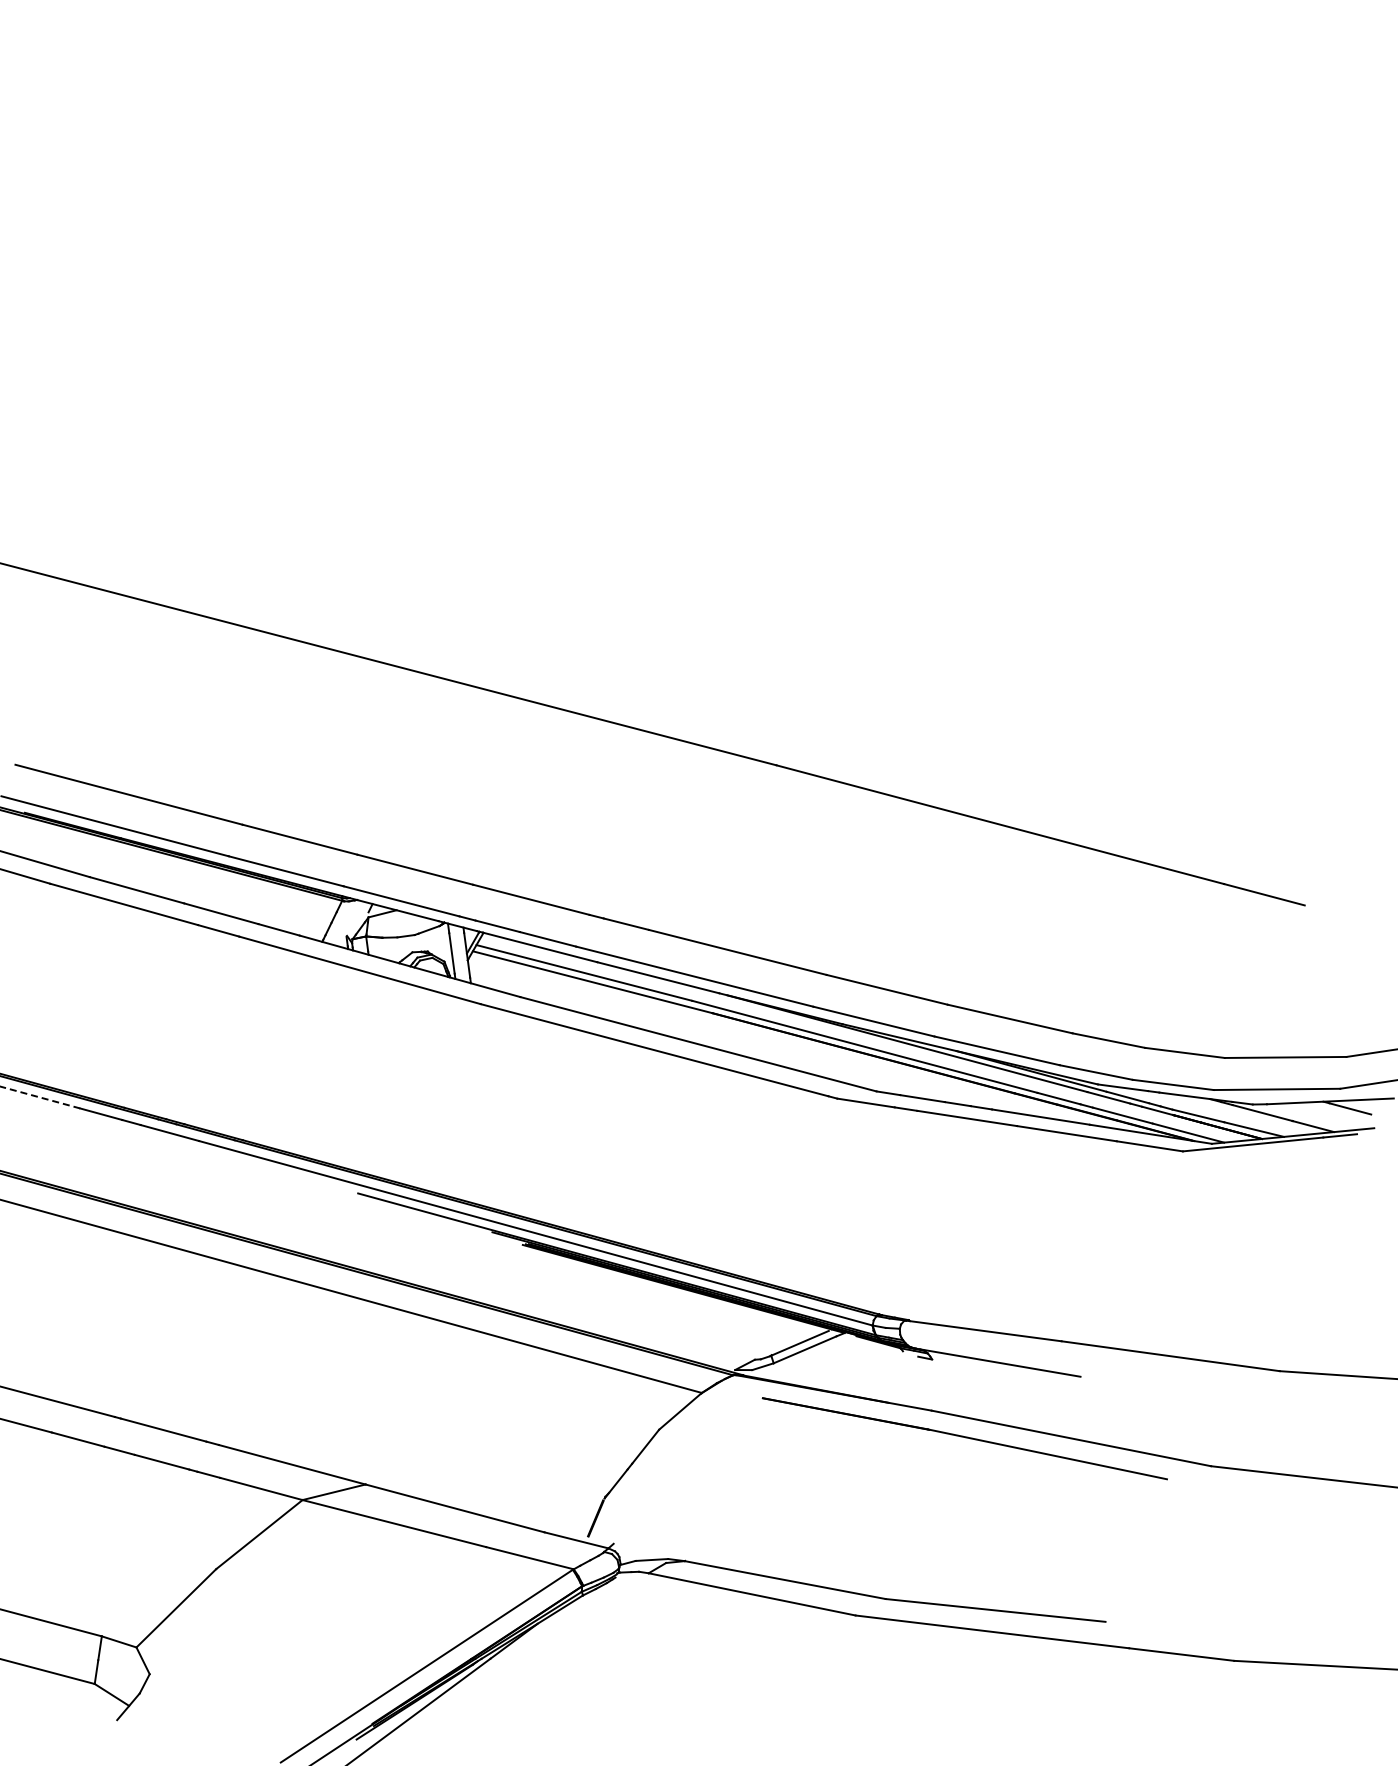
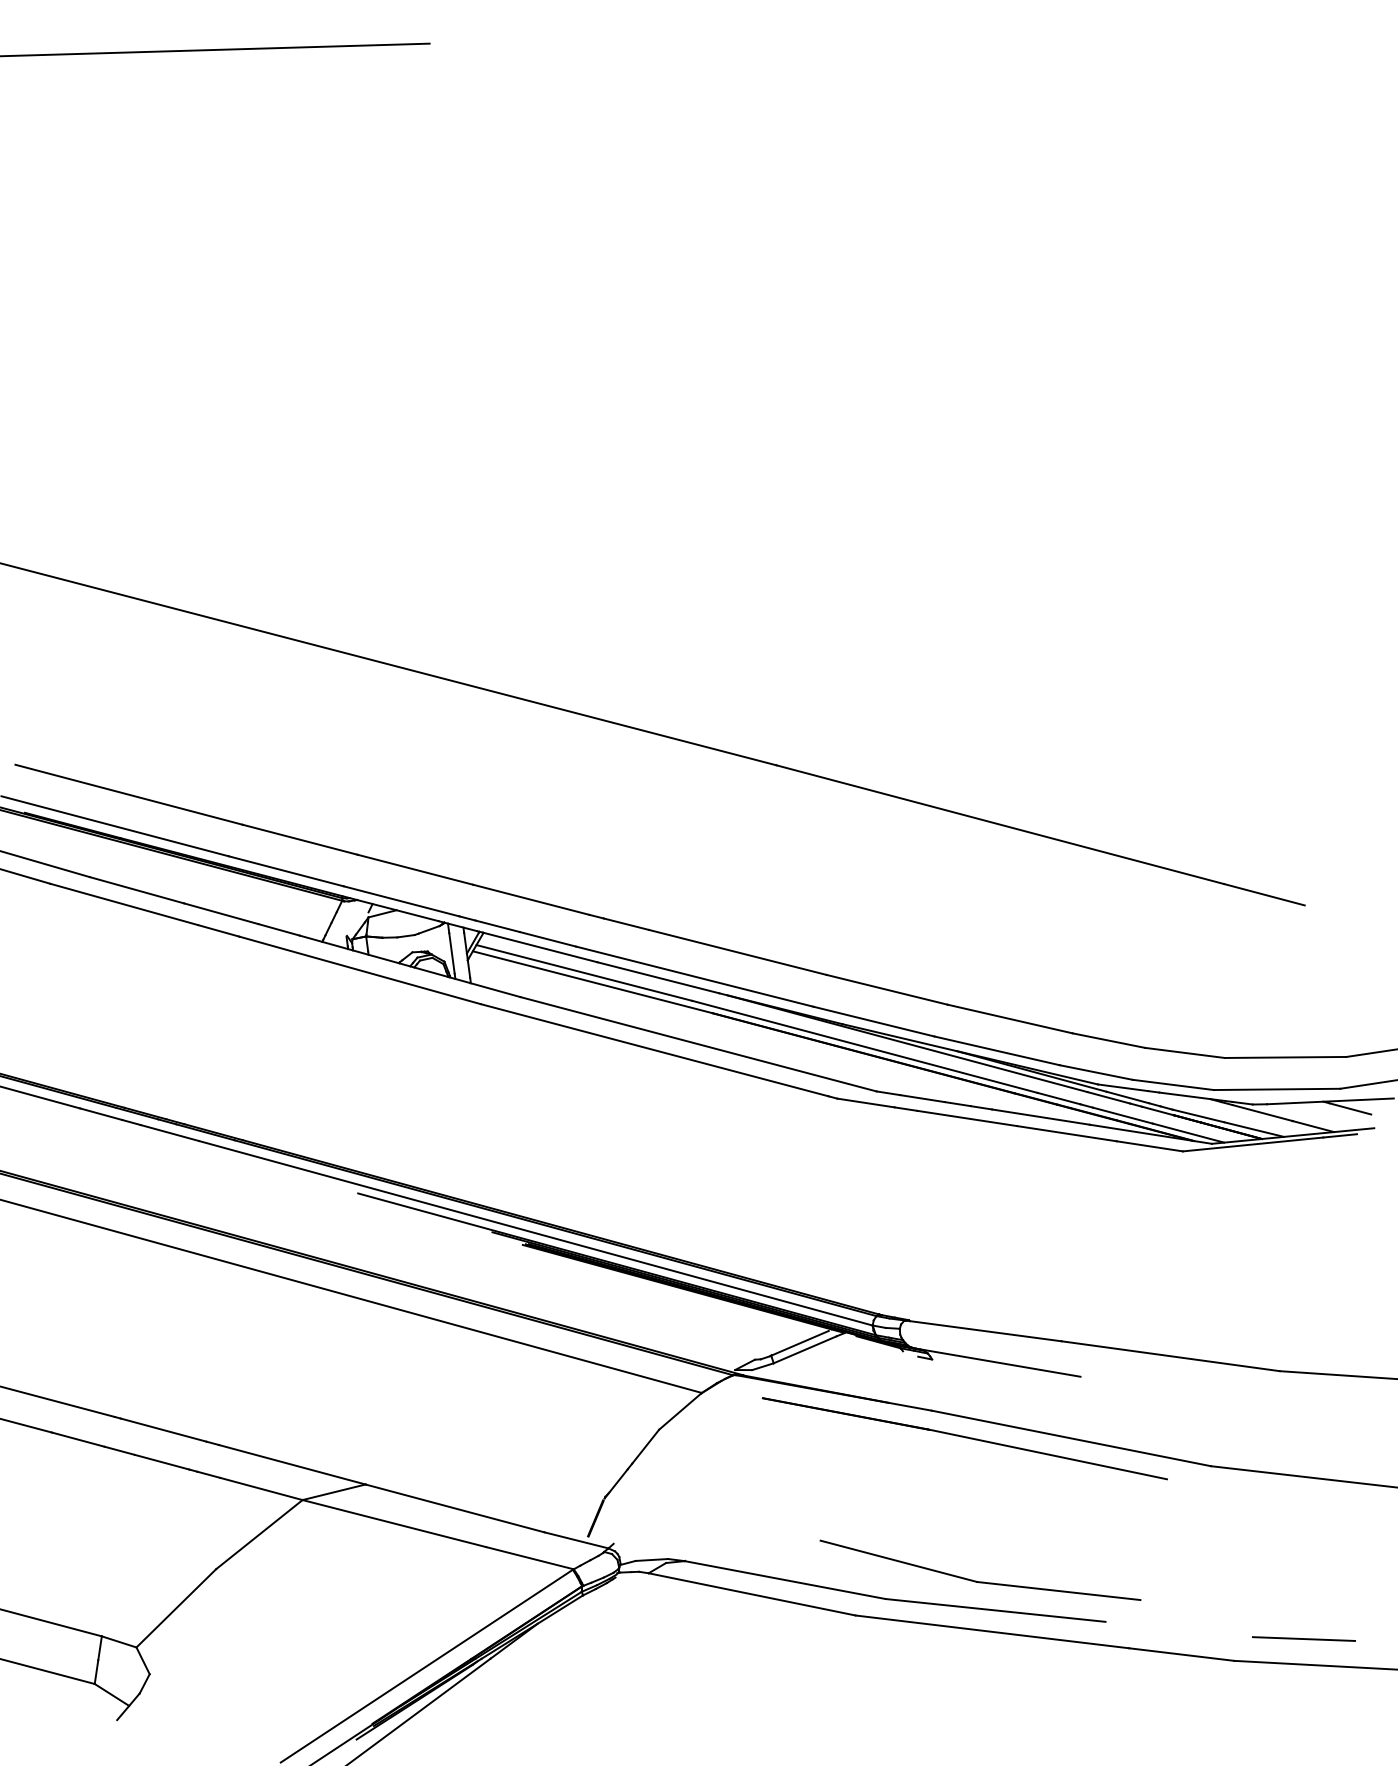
line at (215, 49): none -> present
line at (39, 1097): dashed -> solid
part at (976, 1580): none -> present
line at (1303, 1638): none -> present
